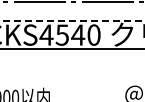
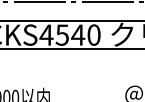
line at (72, 20): dashed -> solid
